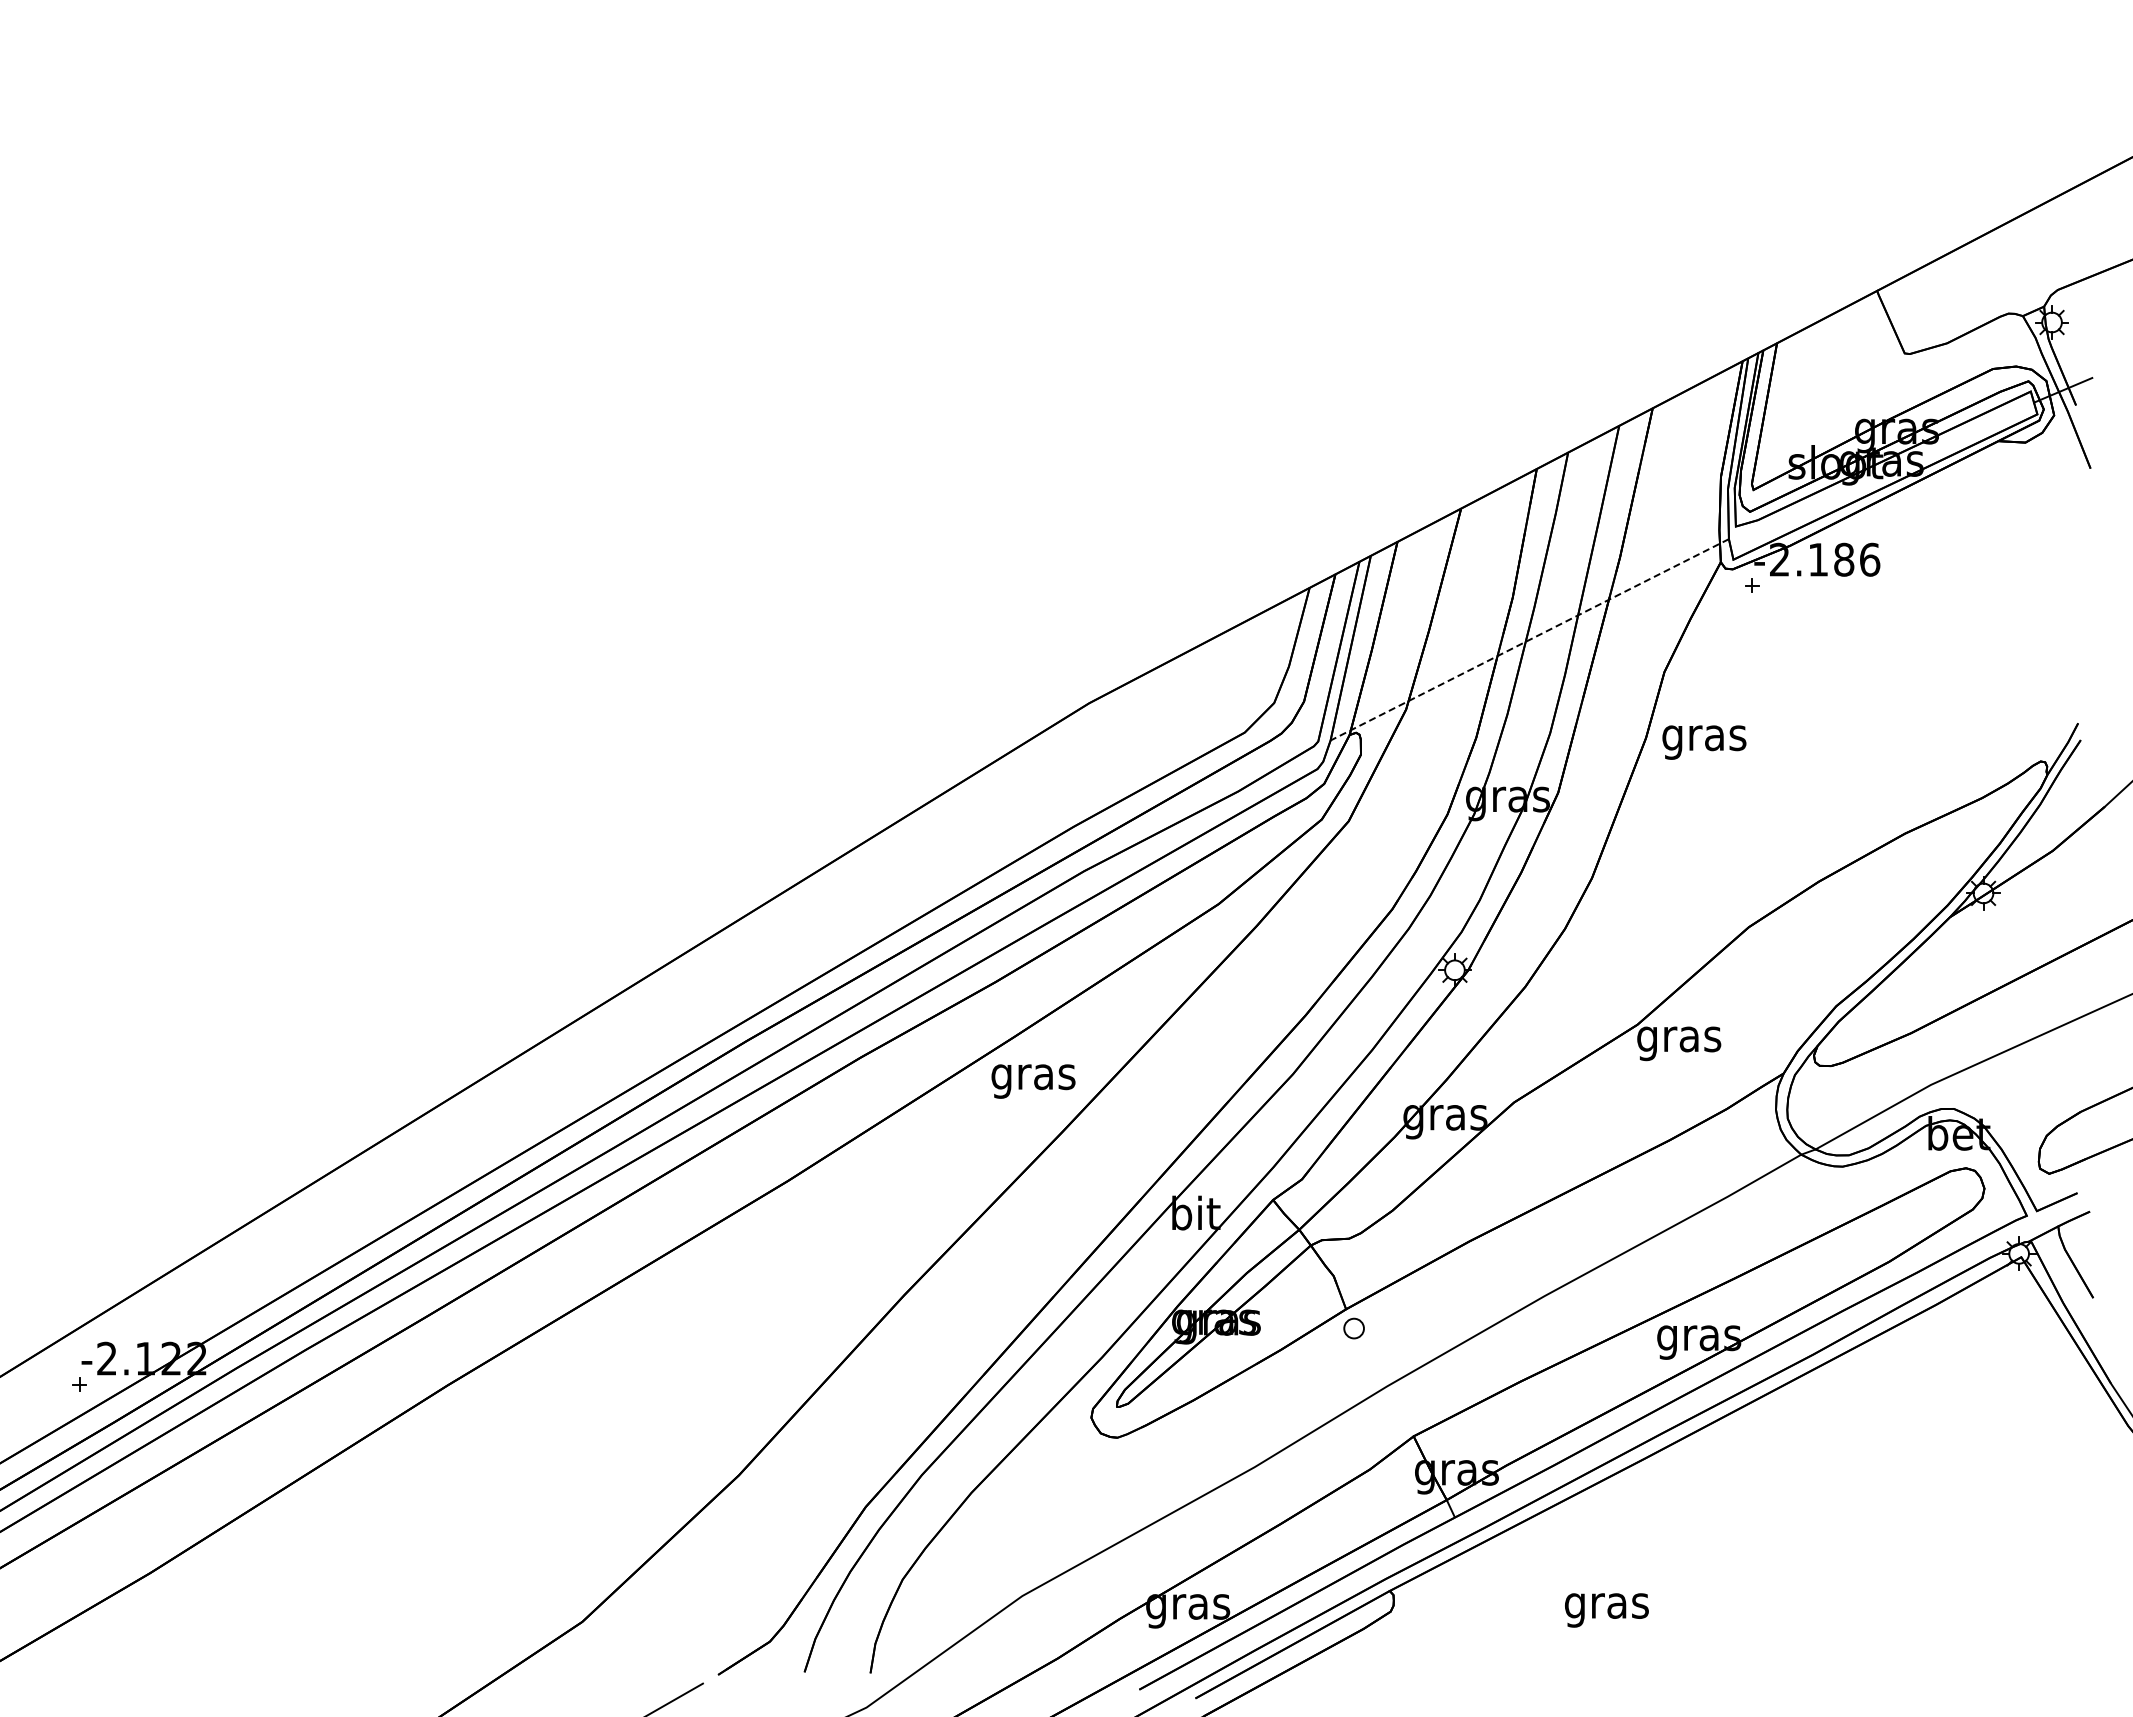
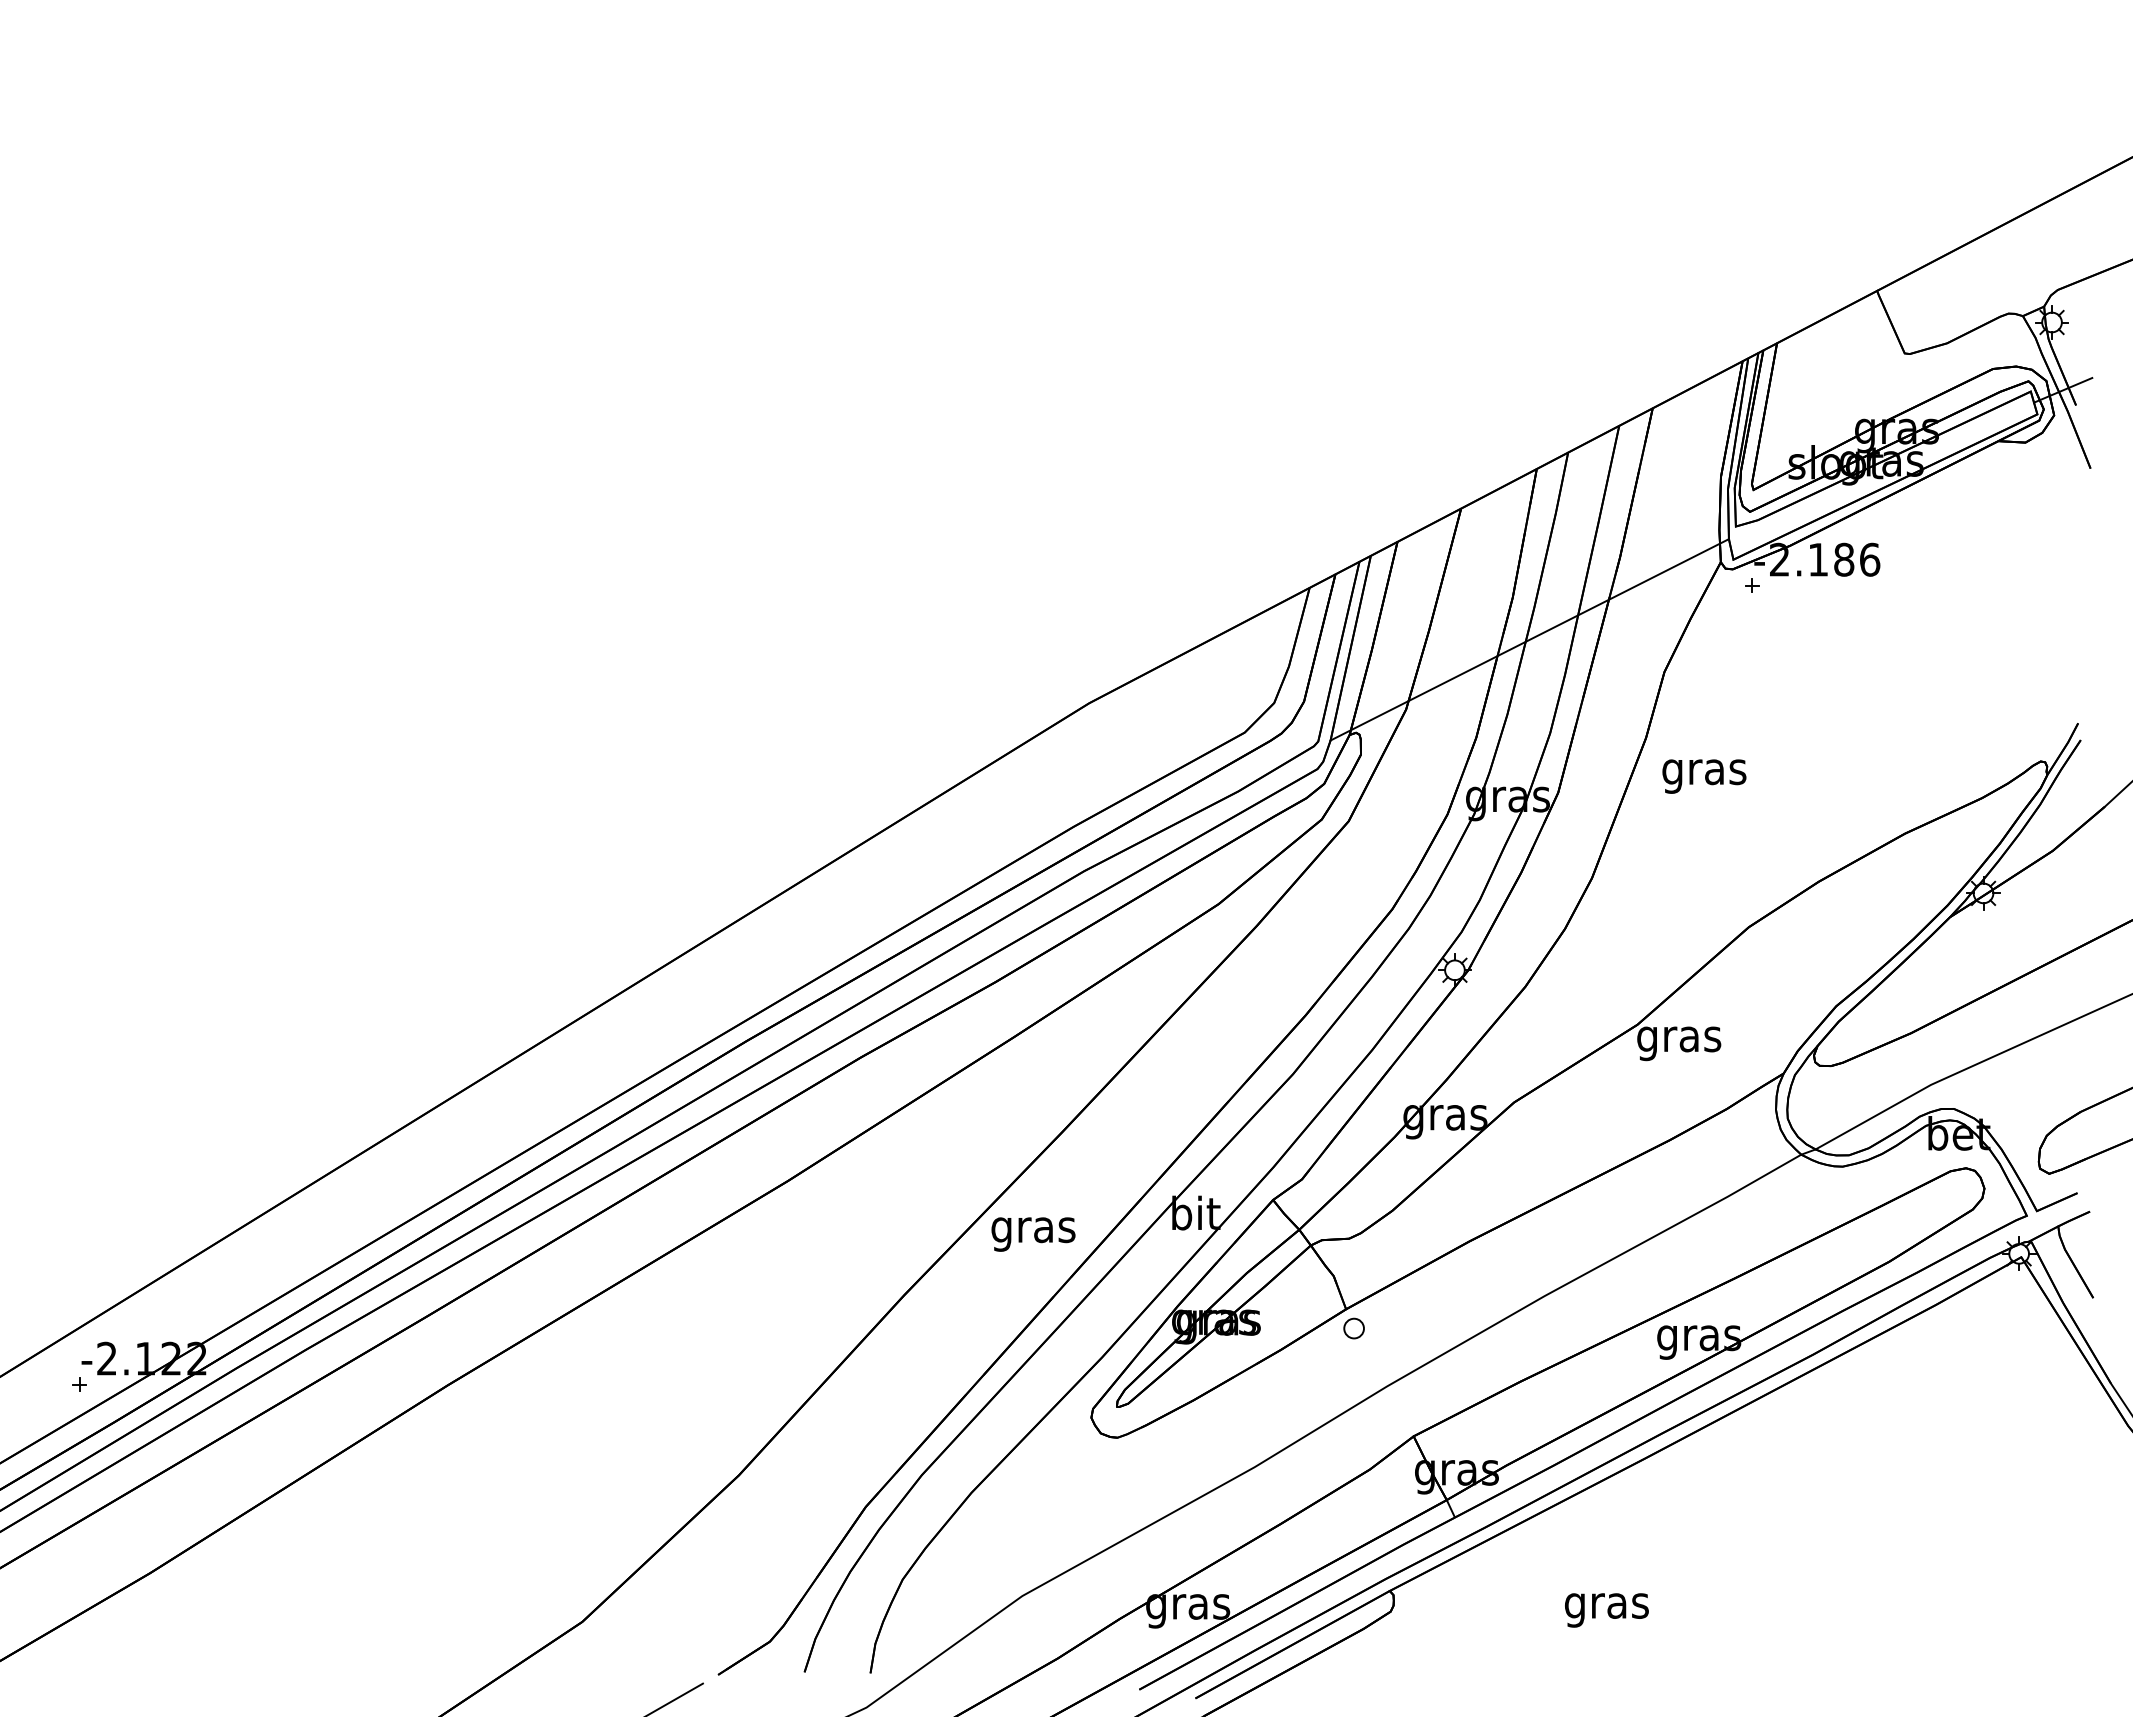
line at (1529, 640): dashed -> solid
text at (1704, 742) position: (1704, 742) -> (1704, 776)
text at (1033, 1081) position: (1033, 1081) -> (1033, 1234)
